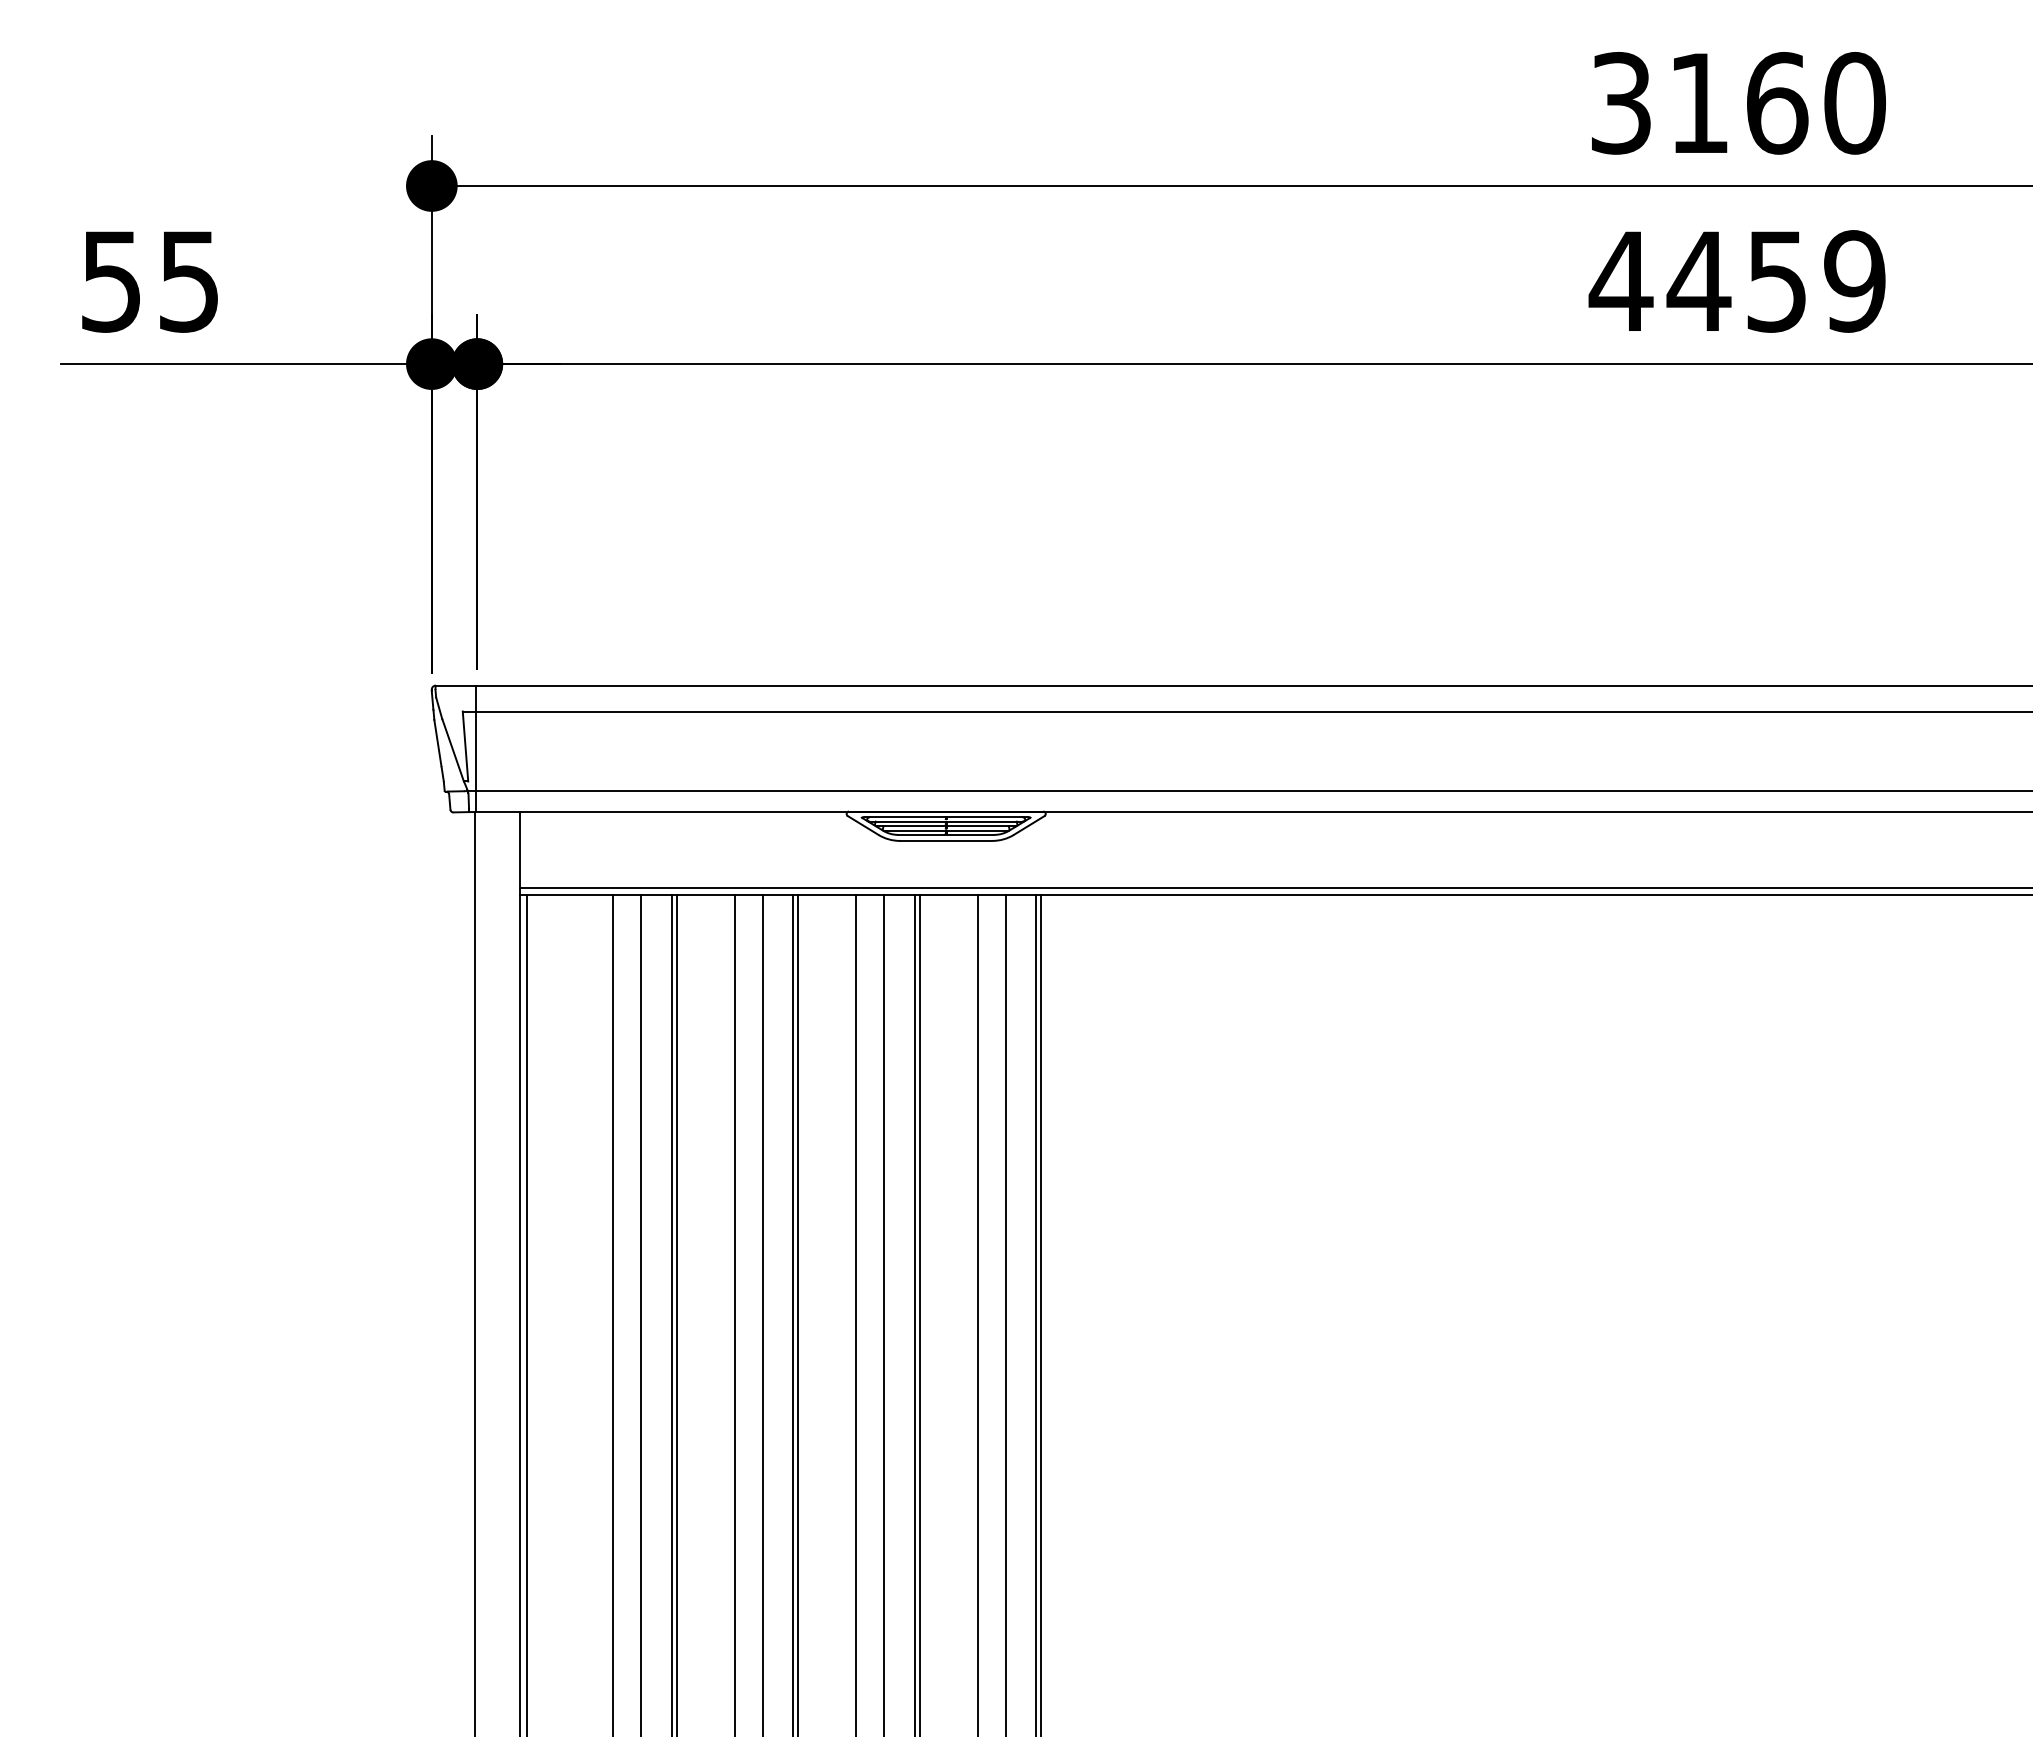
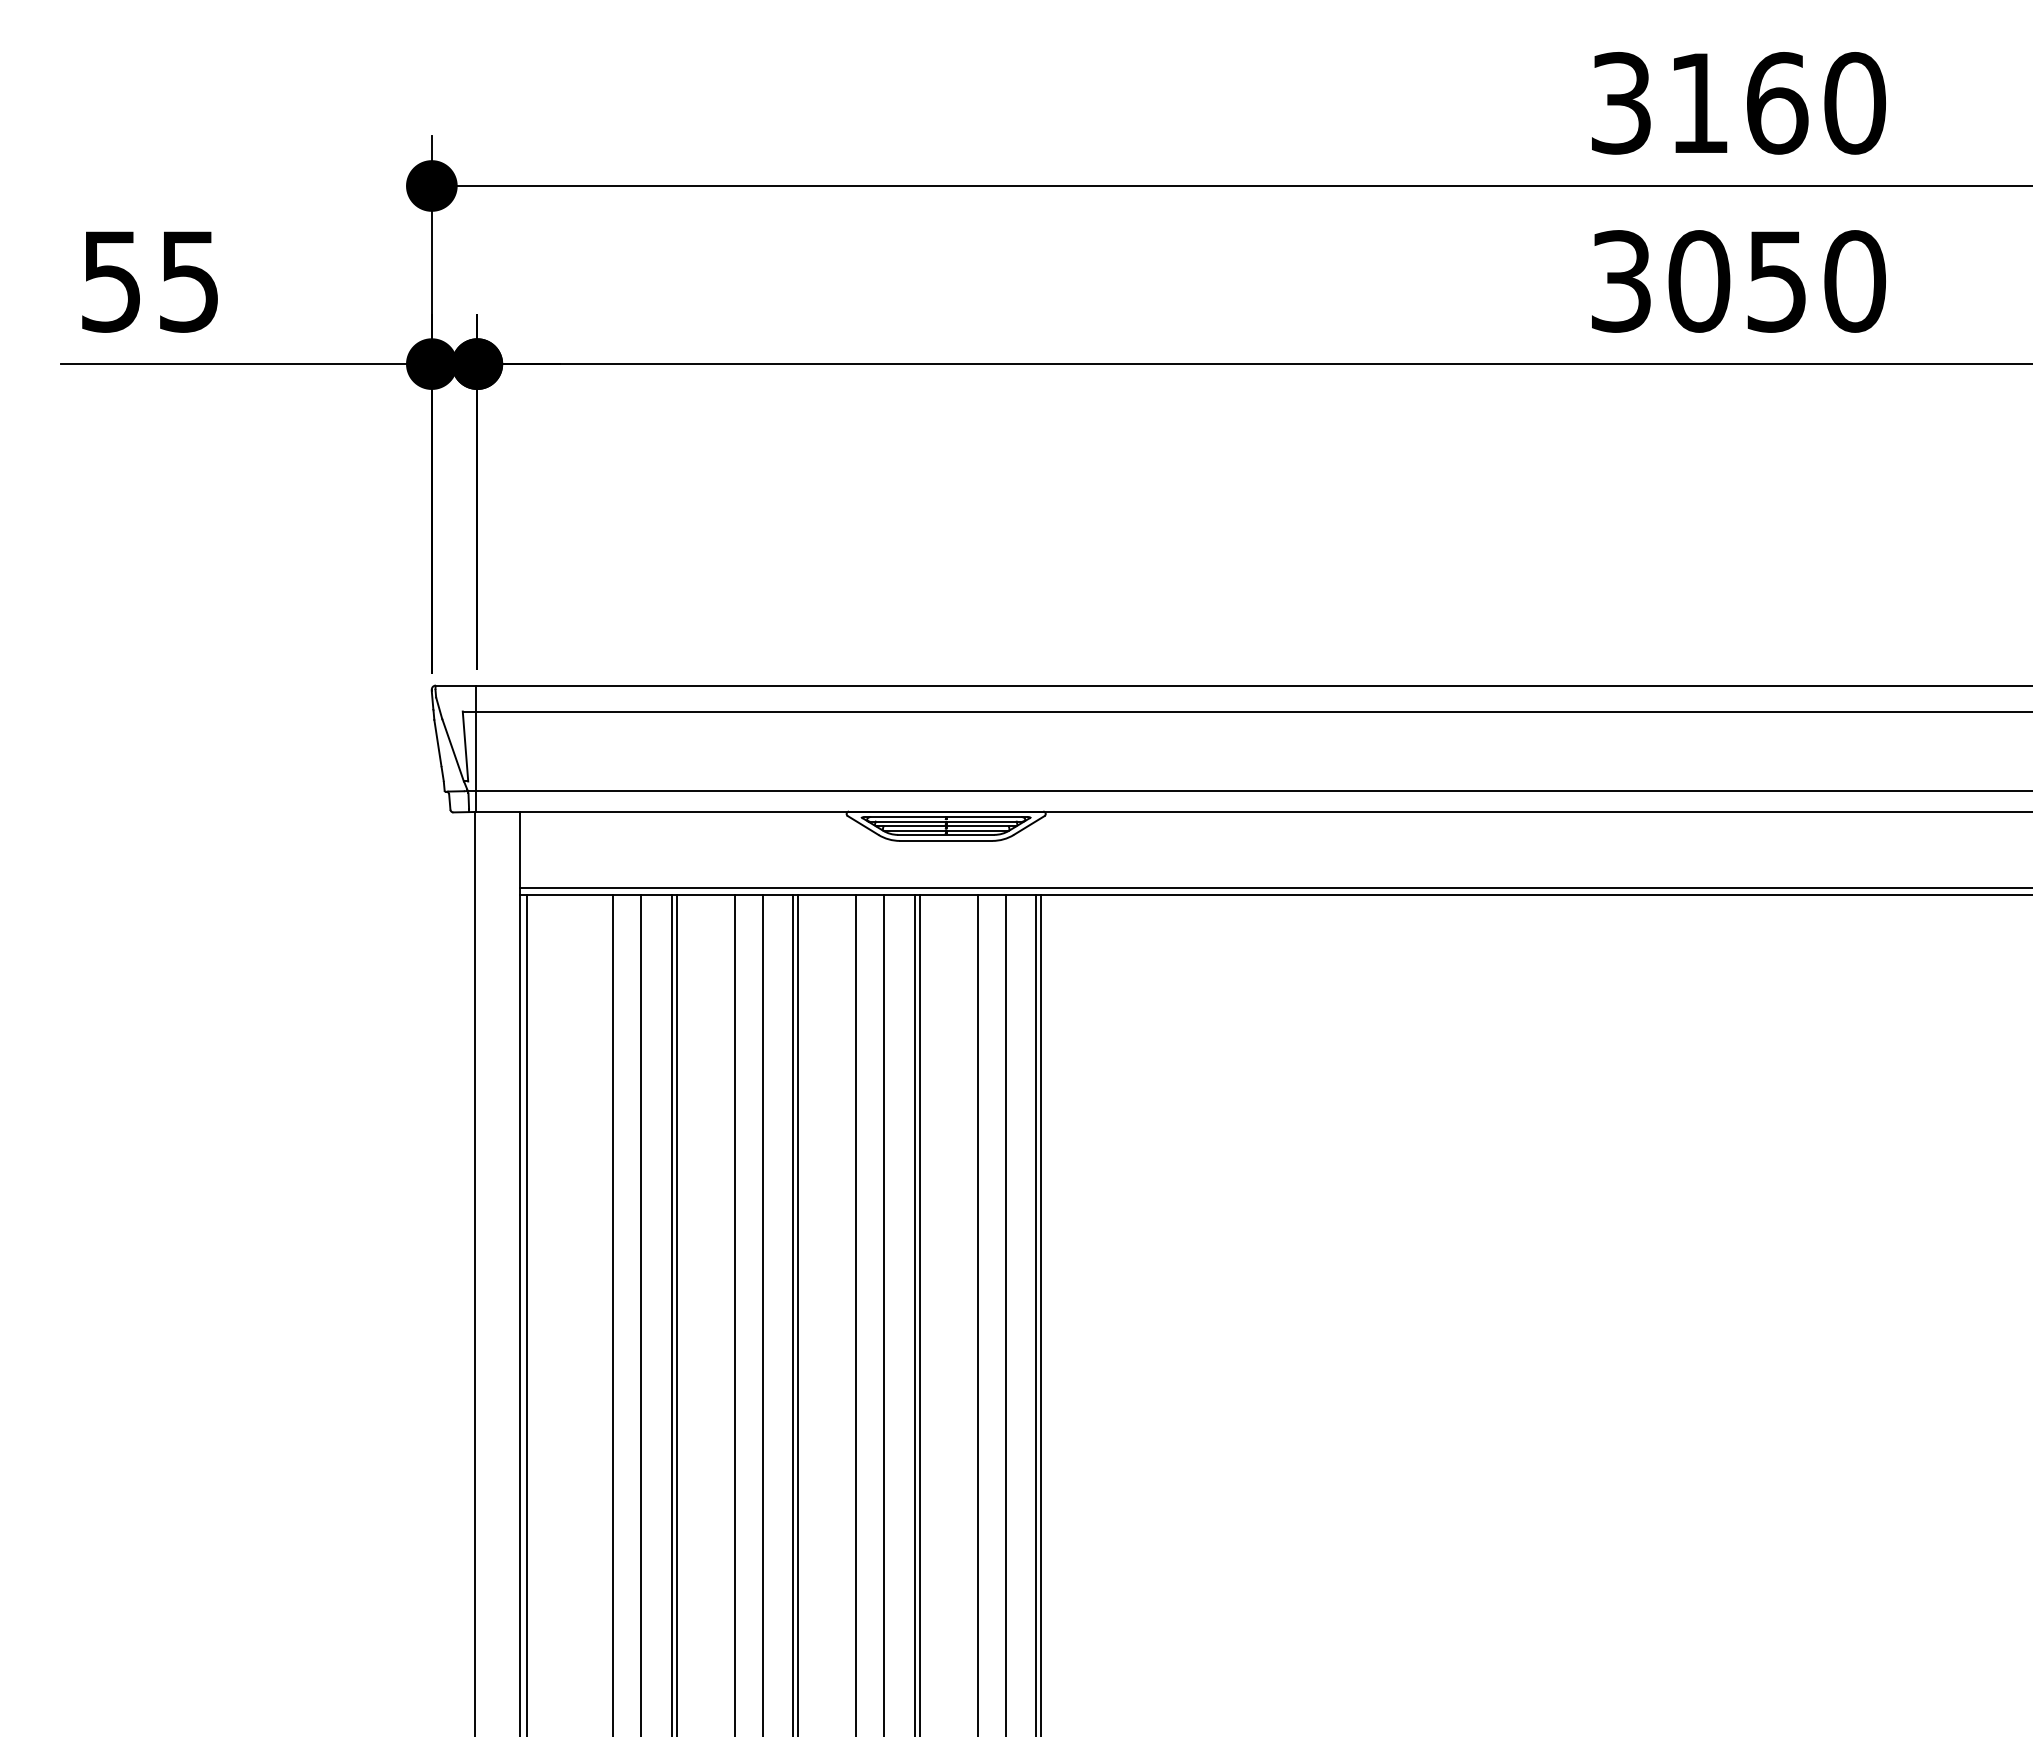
text at (1736, 281): 4459 -> 3050
